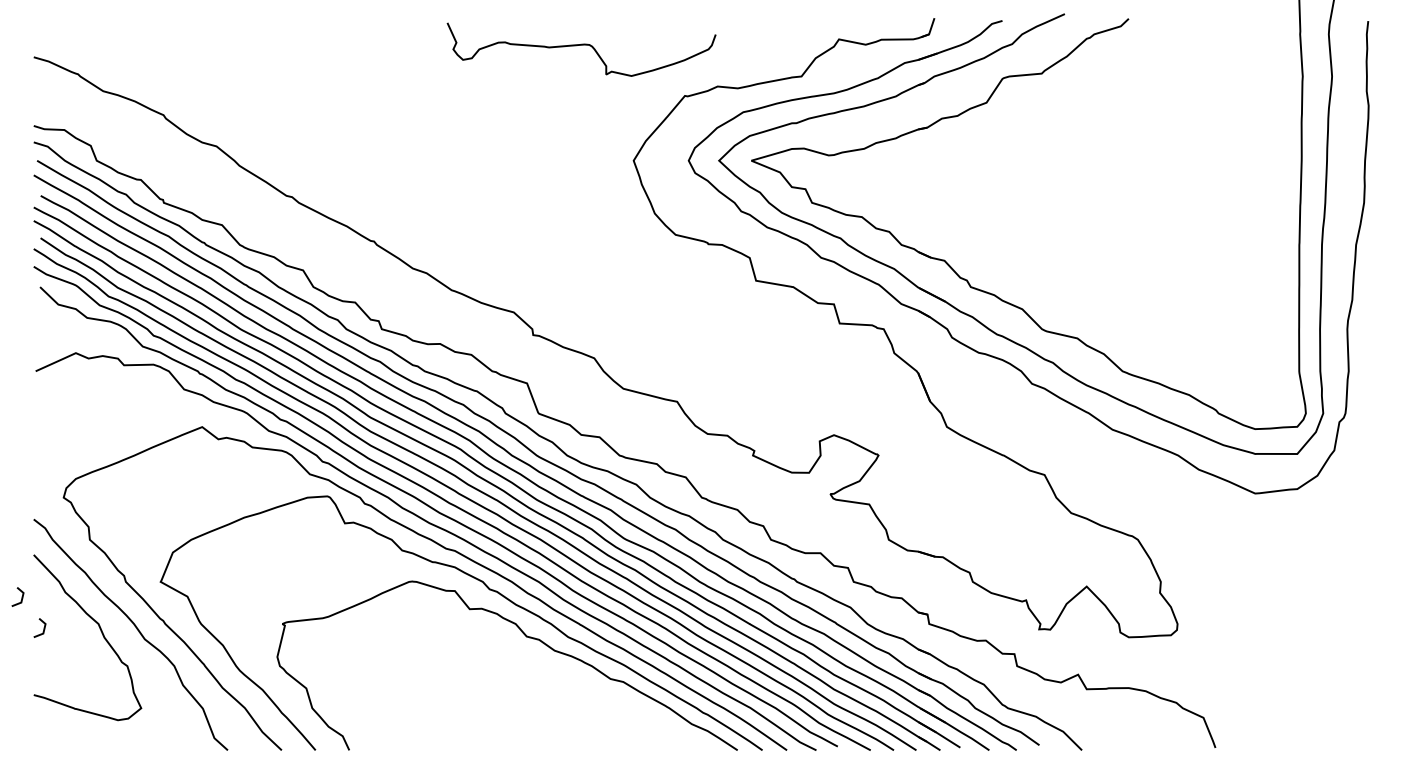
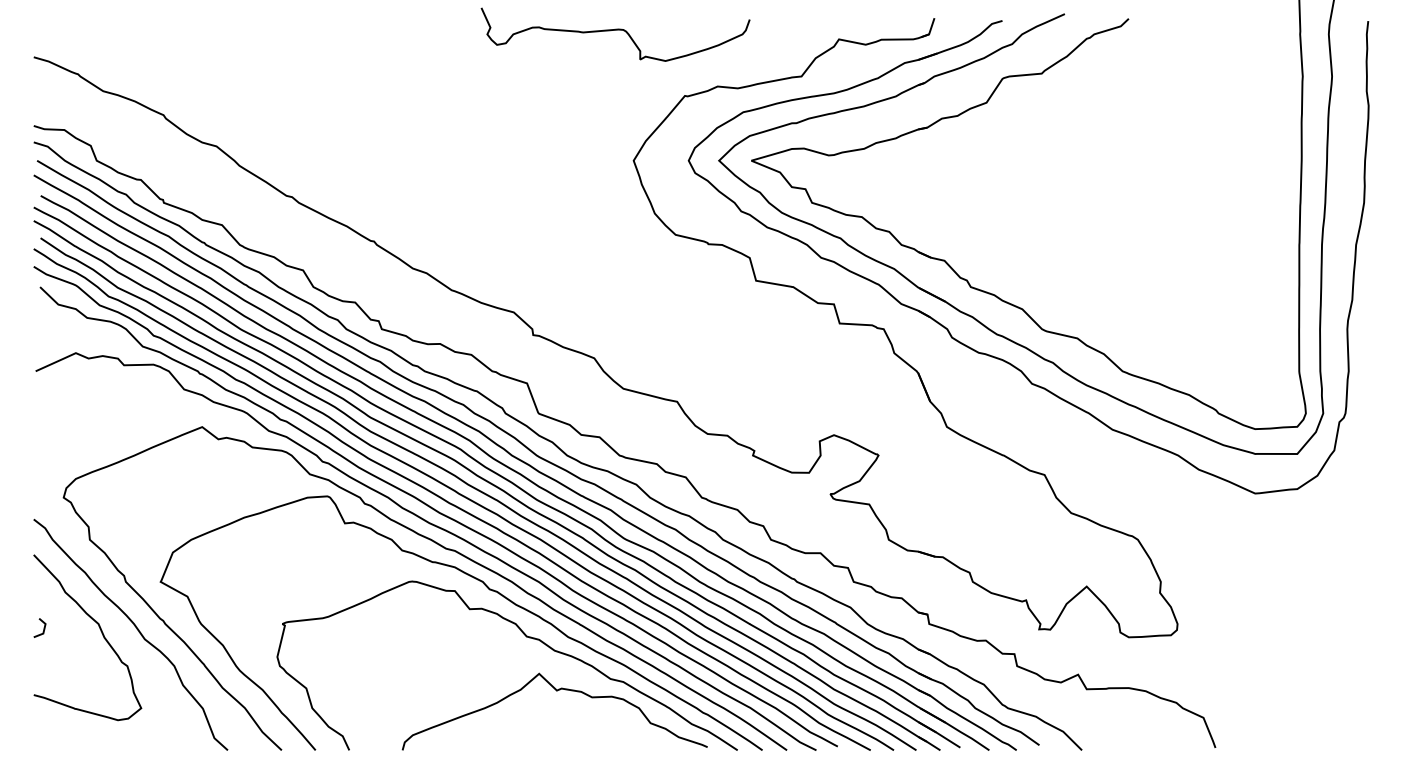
curve at (581, 45) position: (581, 45) -> (615, 30)
line at (21, 596): present -> none
curve at (556, 691): none -> present
